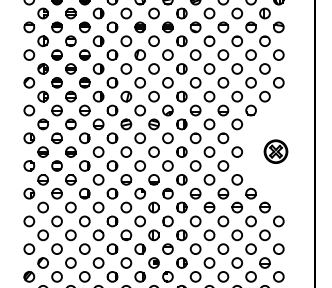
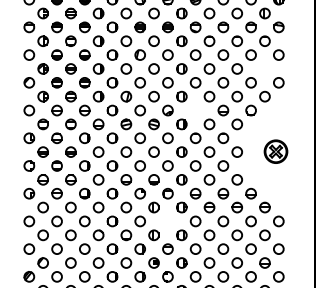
circle at (264, 68): present -> none
part at (195, 110): present -> none
part at (167, 221): present -> none
